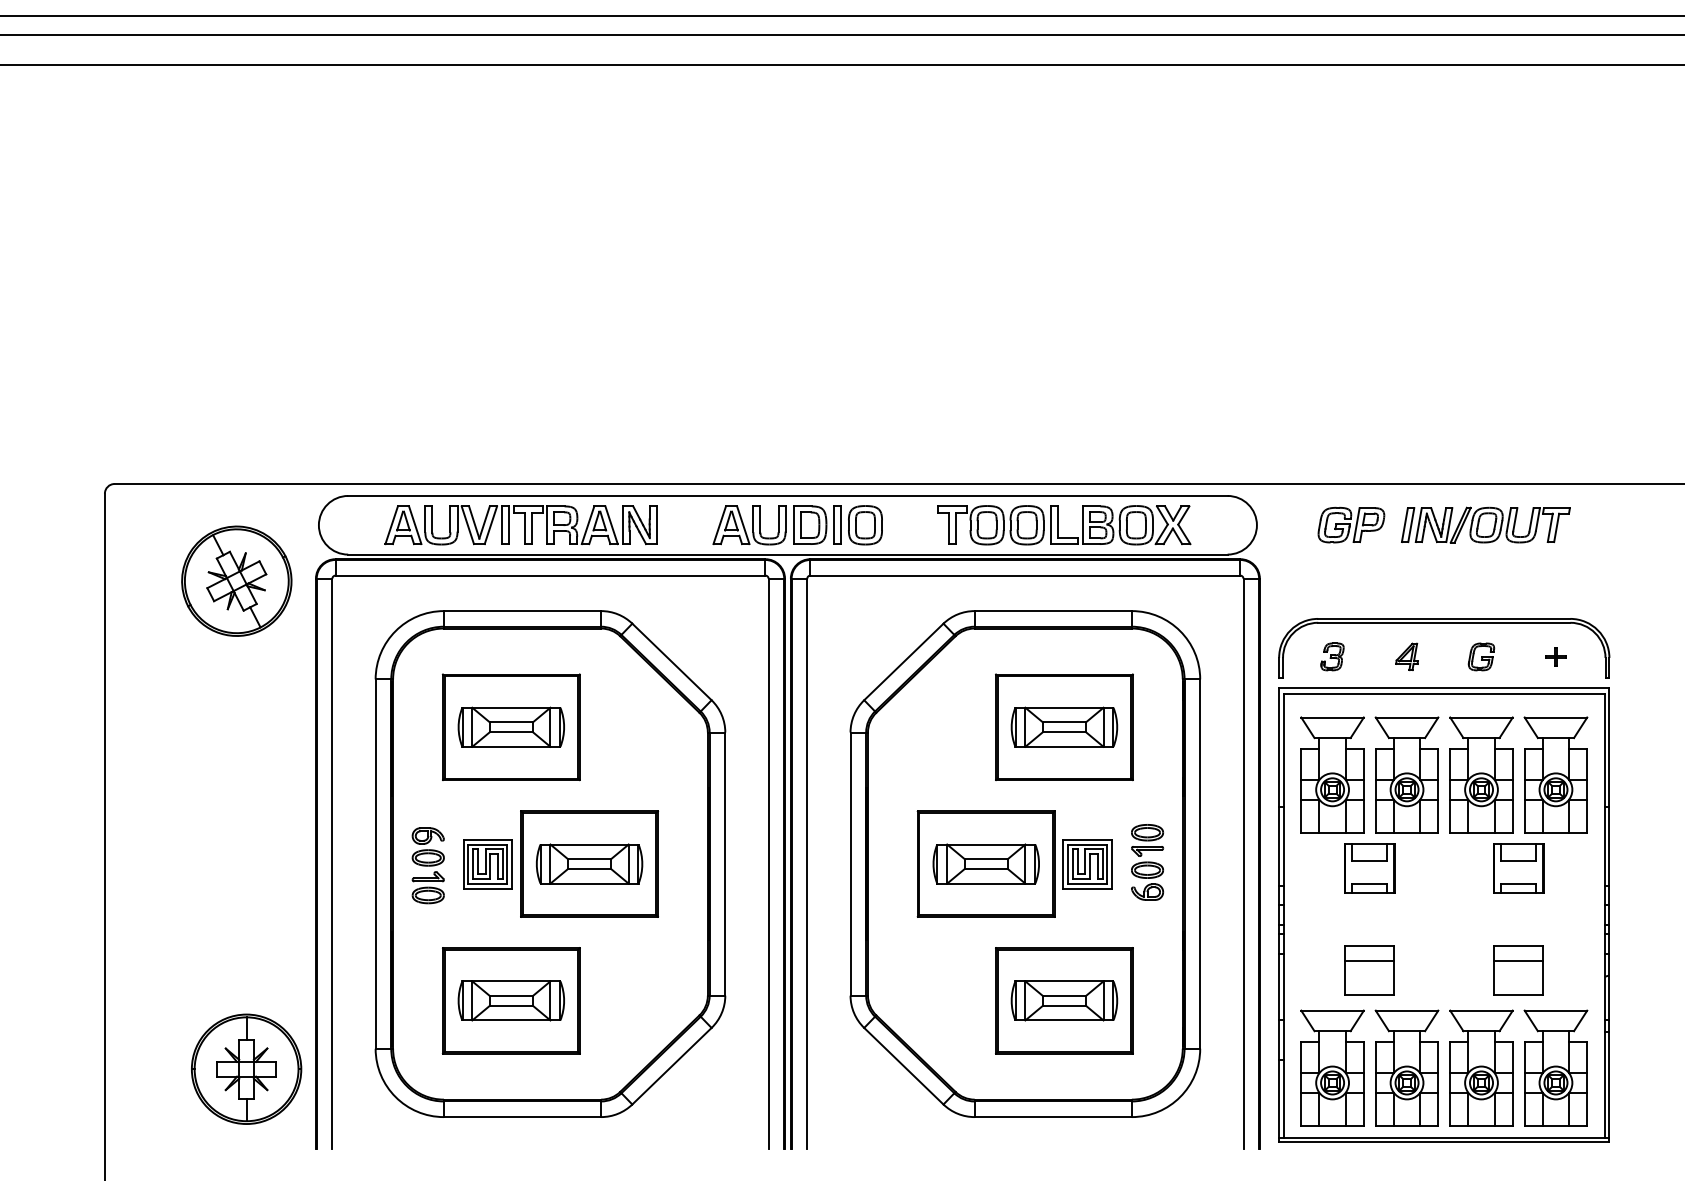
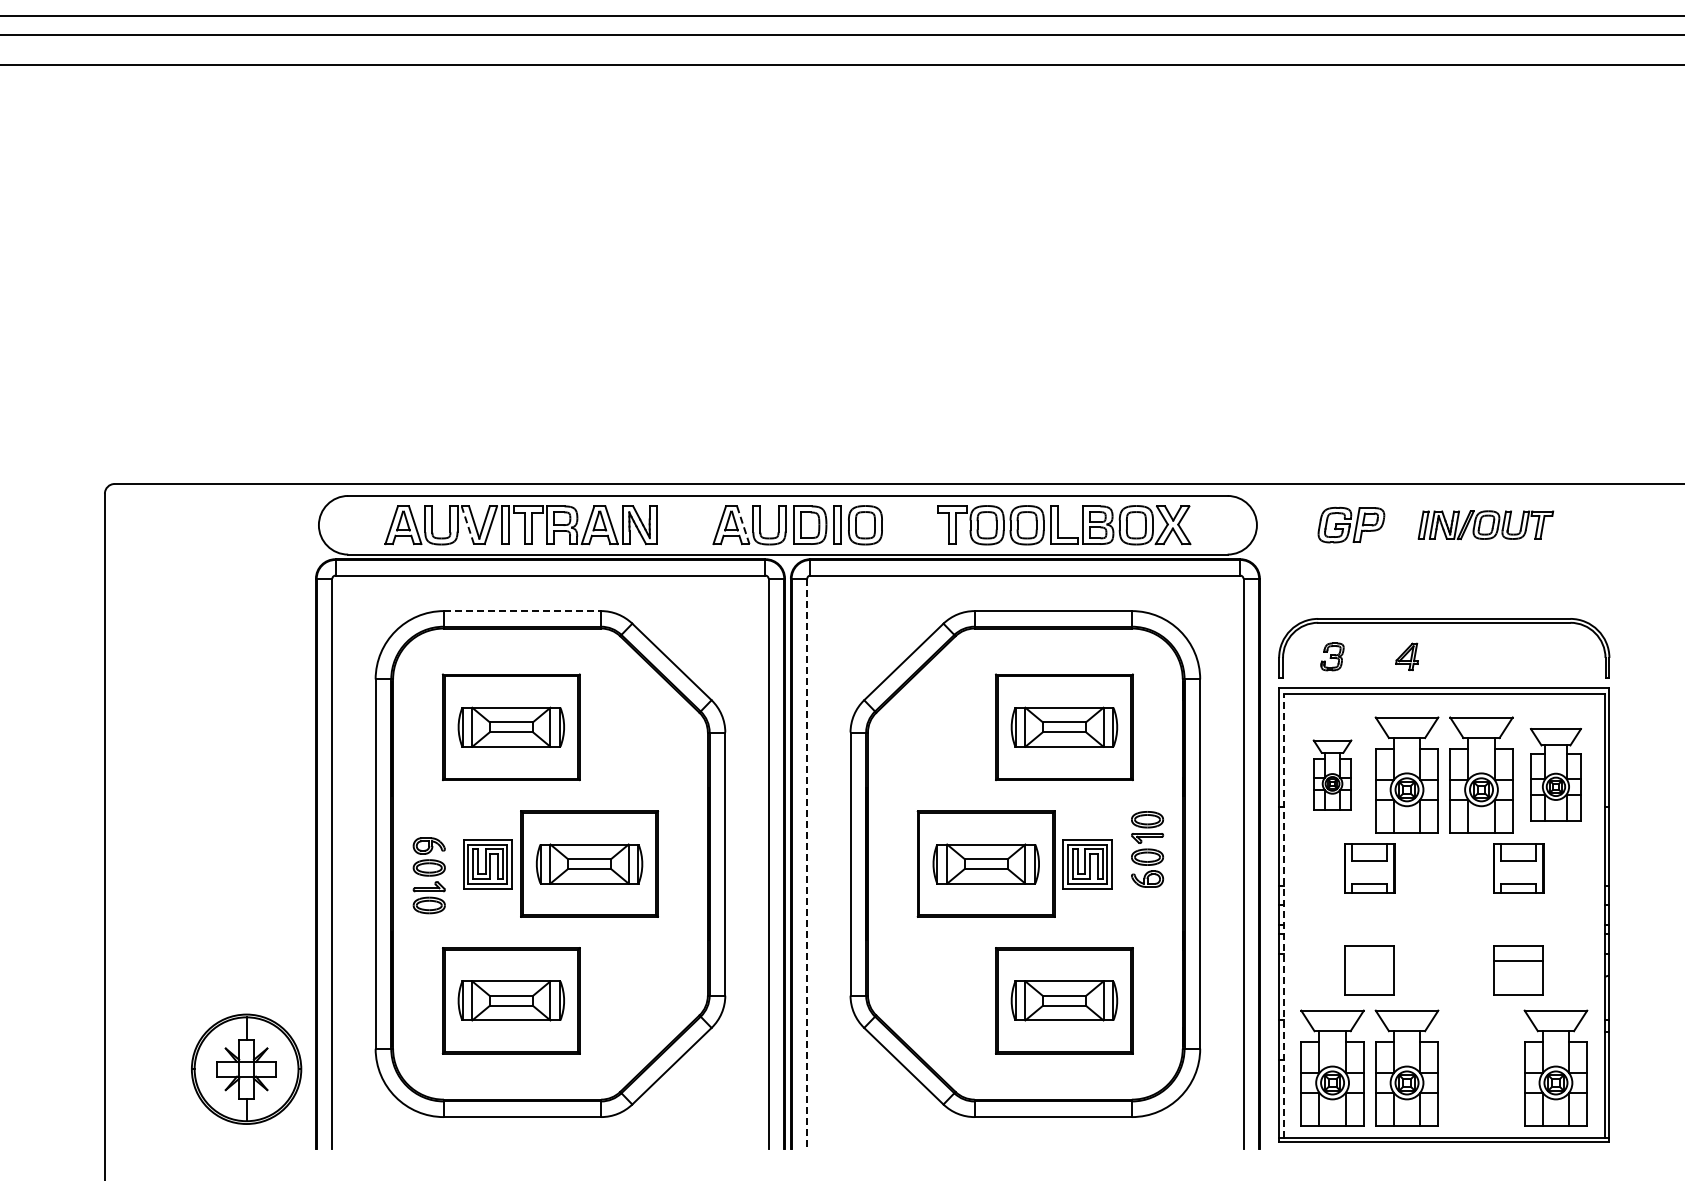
part at (1485, 524) size: 170x38 px -> 138x31 px
line at (467, 525): solid -> dashed
line at (743, 525): solid -> dashed
part at (236, 580): present -> none
line at (522, 611): solid -> dashed
part at (1481, 656): present -> none
part at (1555, 656): present -> none
part at (1332, 774) size: 65x118 px -> 41x72 px
part at (1555, 774) size: 66x118 px -> 52x94 px
part at (1147, 862) position: (1147, 862) -> (1147, 849)
line at (807, 864): solid -> dashed
part at (427, 865) position: (427, 865) -> (428, 875)
line at (1283, 915): solid -> dashed
line at (1369, 960): present -> none
part at (1481, 1067): present -> none
